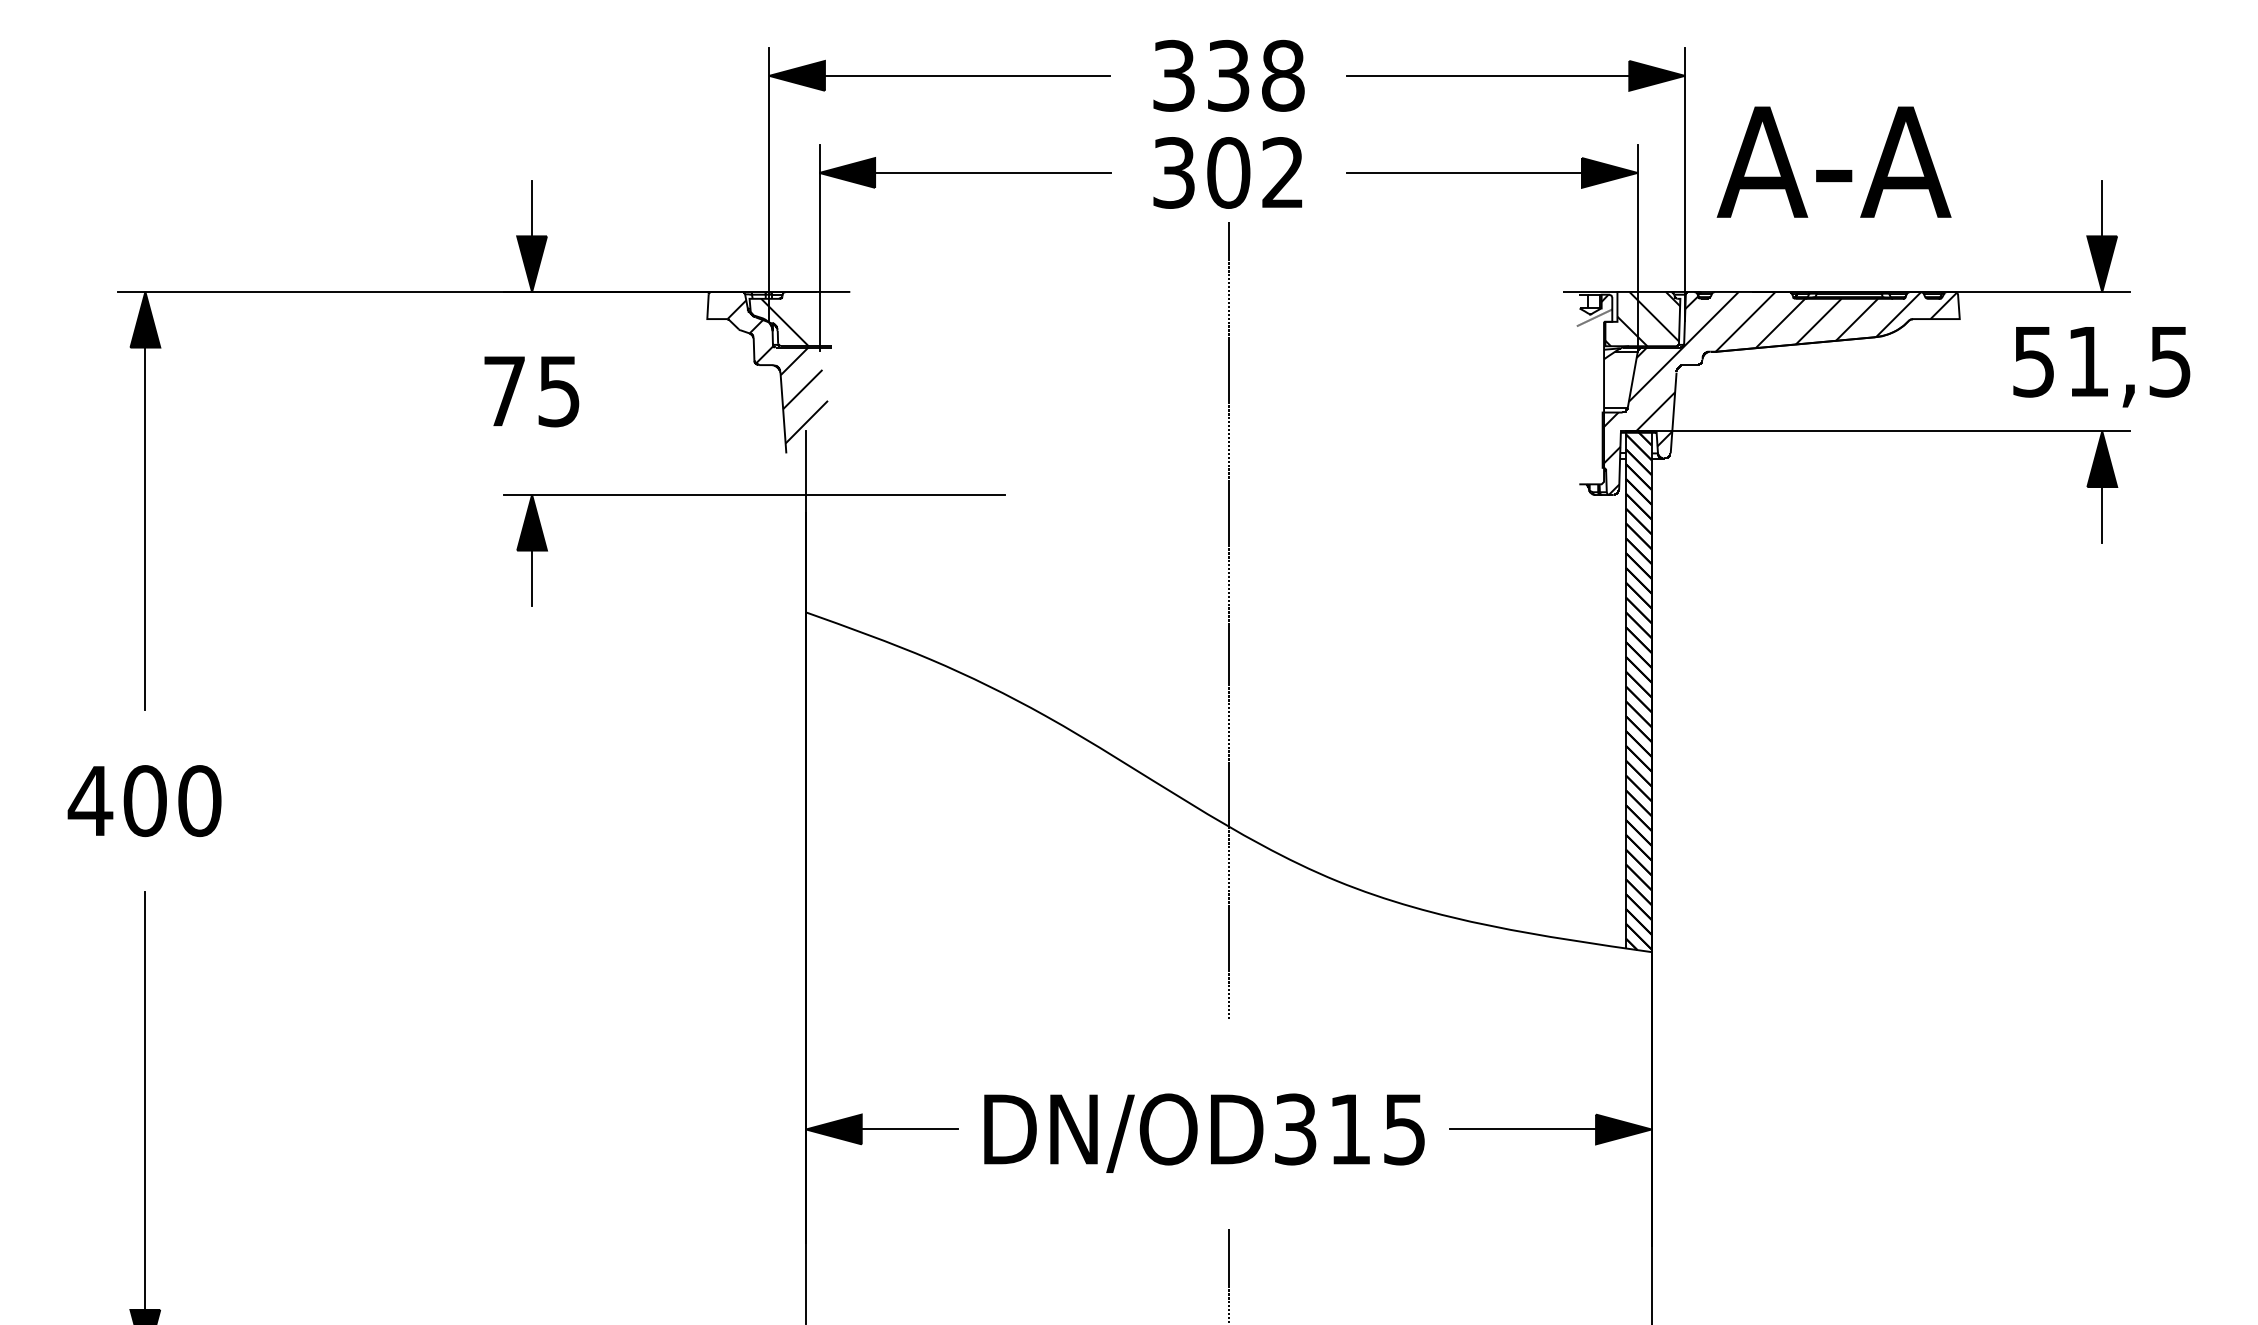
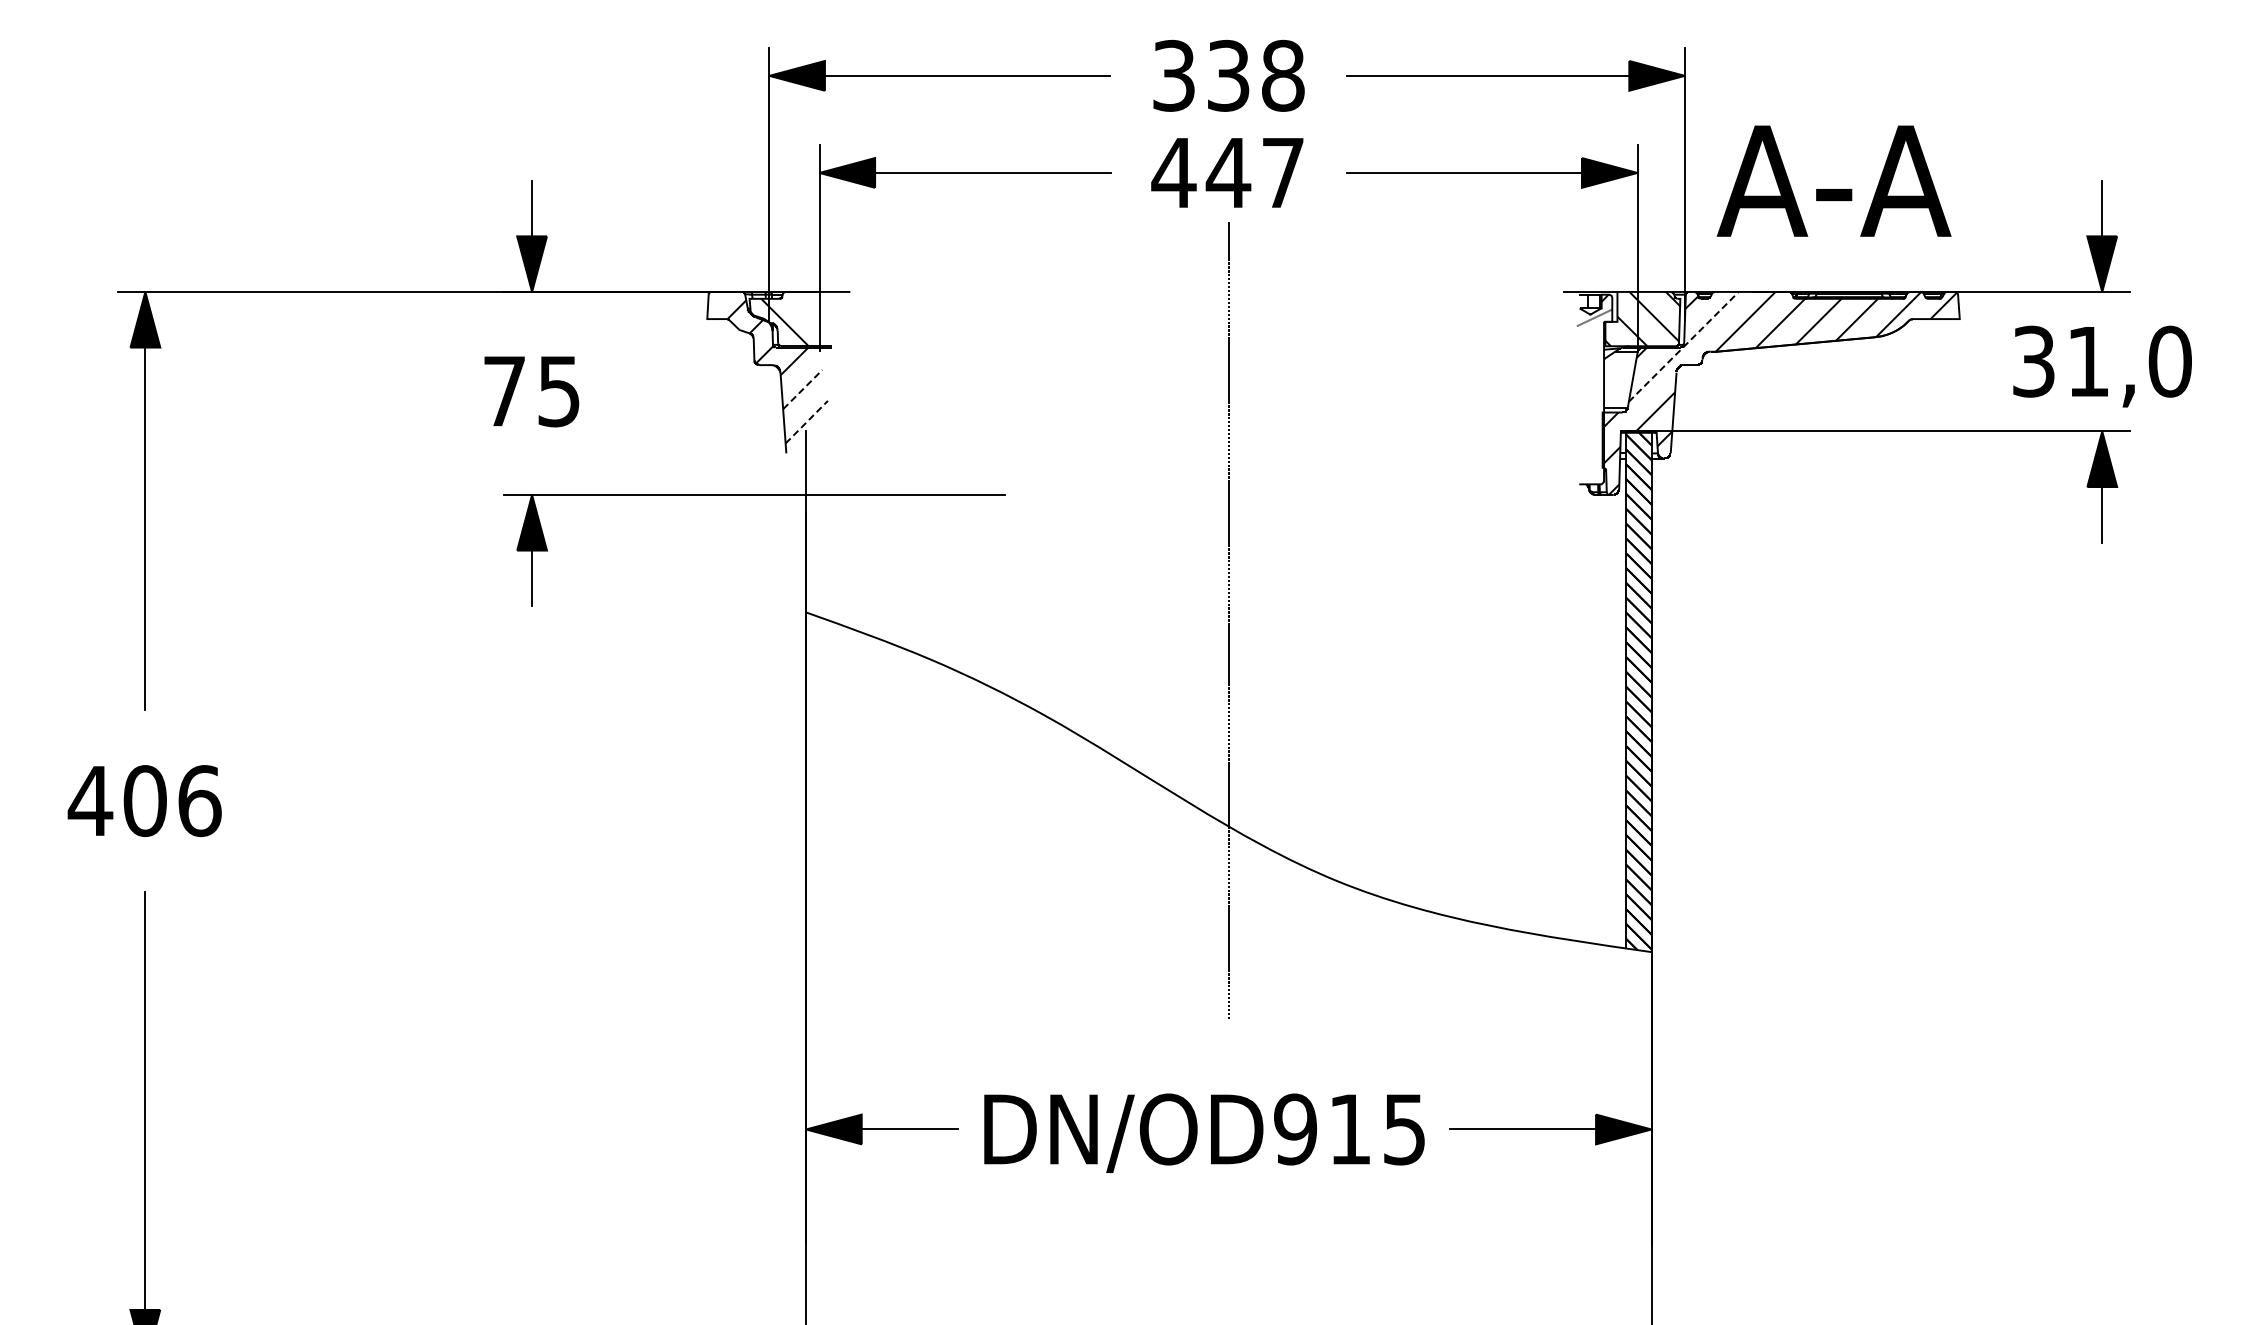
text at (1833, 161) position: (1833, 161) -> (1833, 180)
text at (1227, 172): 302 -> 447
line at (1683, 346): solid -> dashed
text at (2102, 361): 51,5 -> 31,0
line at (802, 389): solid -> dashed
line at (807, 421): solid -> dashed
text at (199, 800): 400 -> 406
text at (1295, 1129): DN/OD315 -> DN/OD915
line at (1228, 1275): present -> none
